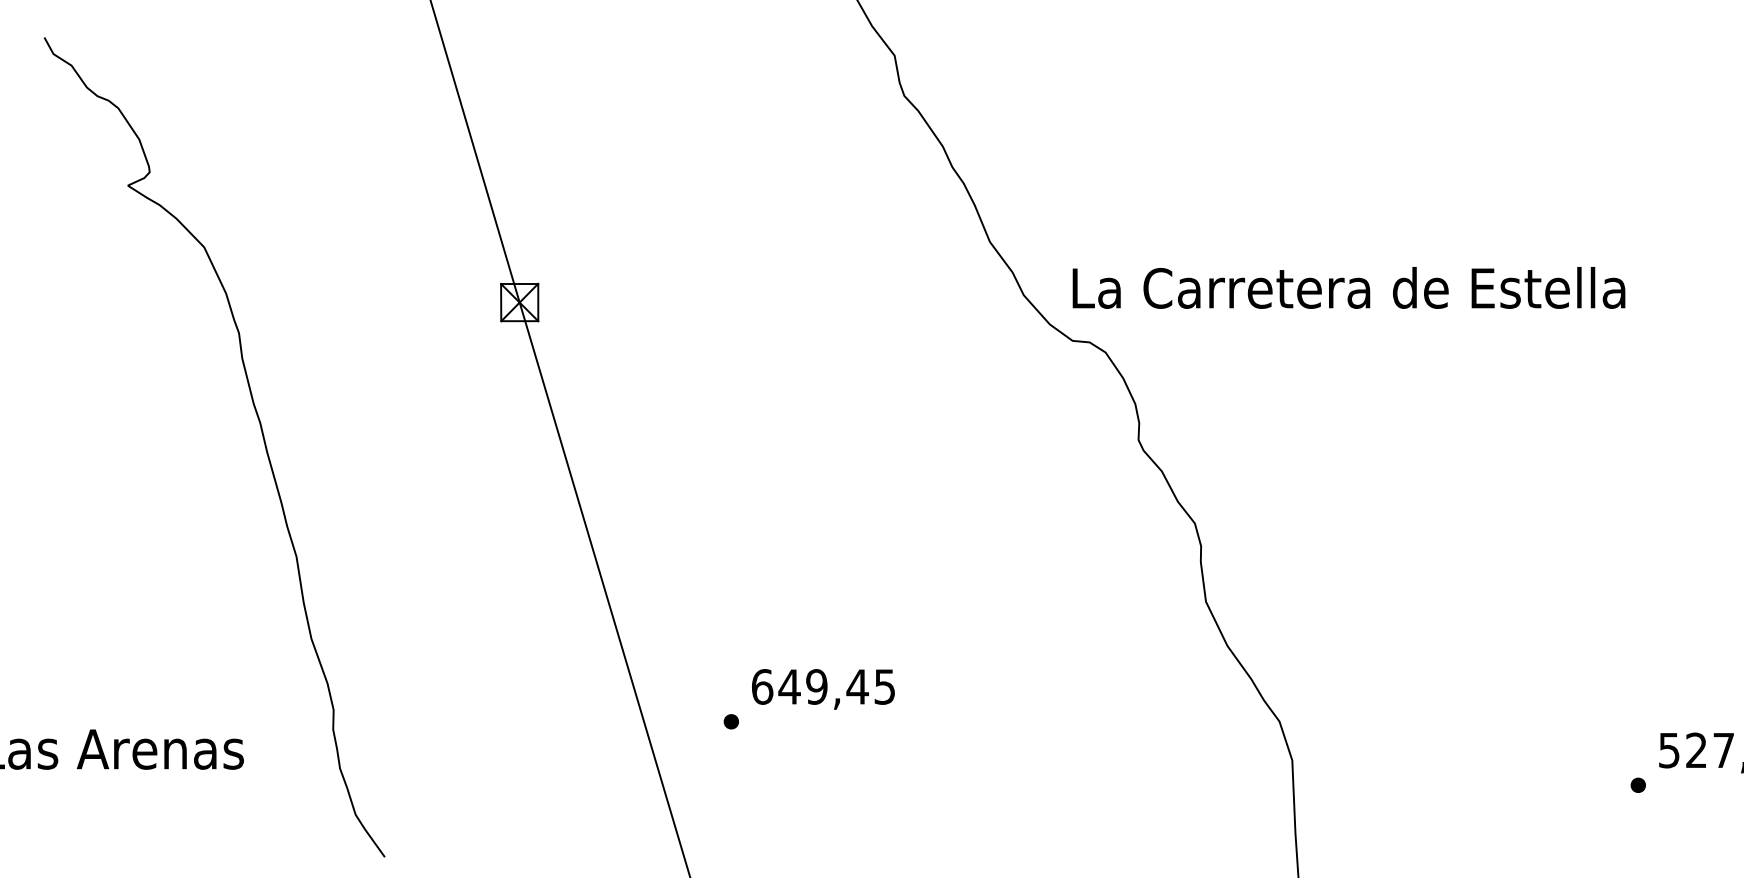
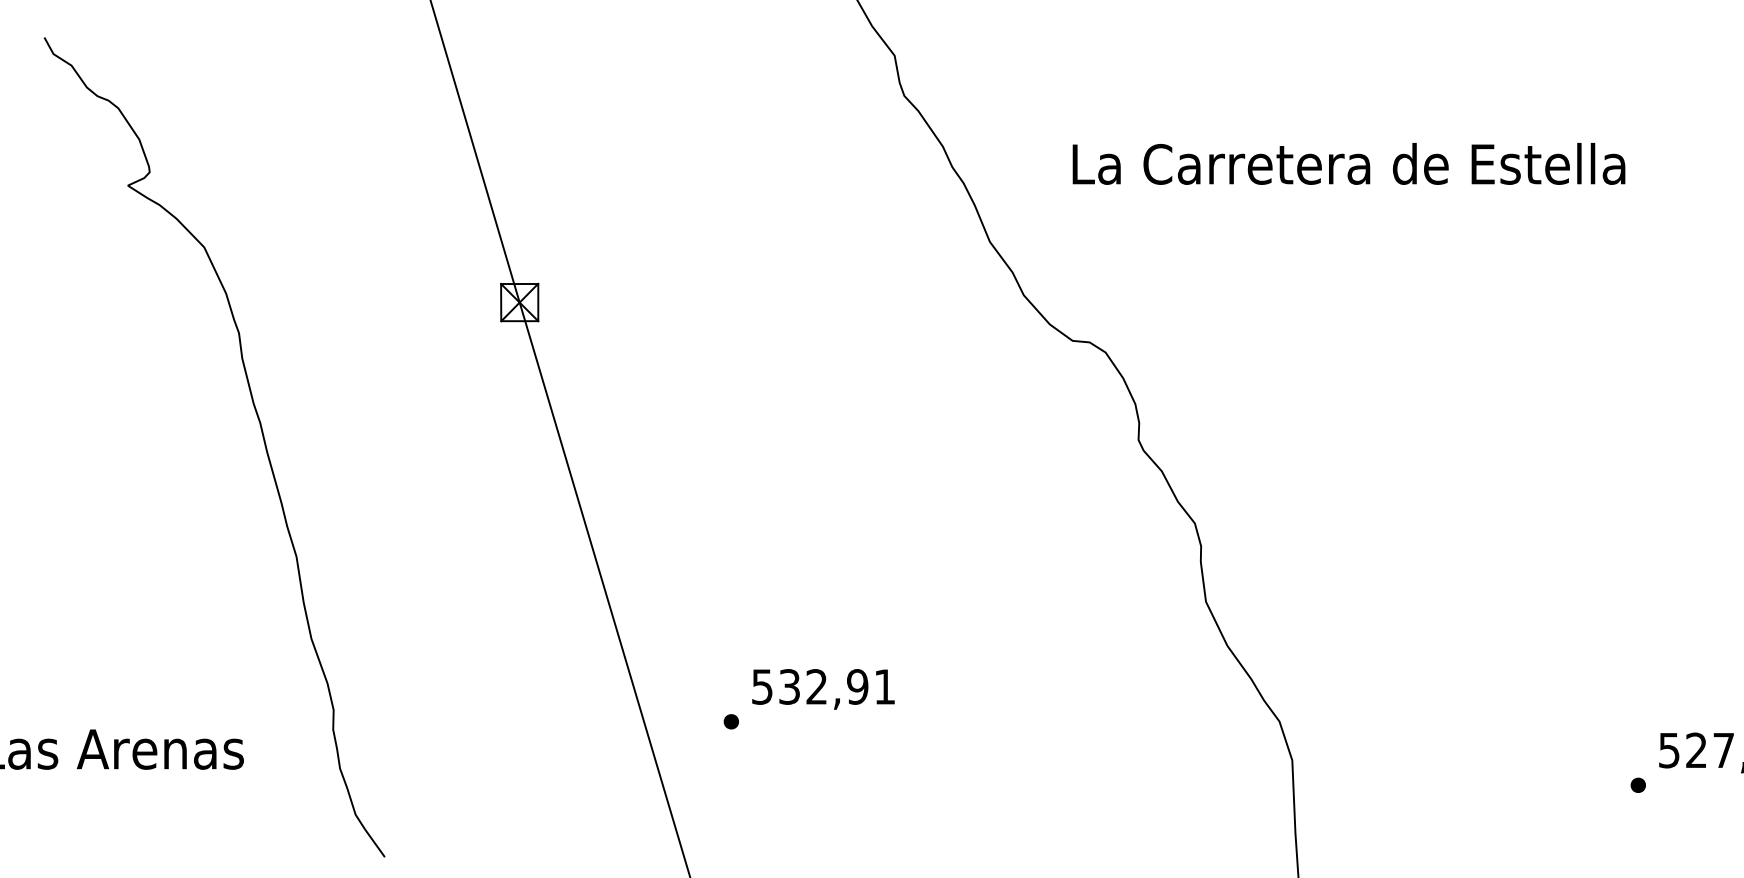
text at (1348, 287) position: (1348, 287) -> (1348, 163)
text at (823, 686): 649,45 -> 532,91
